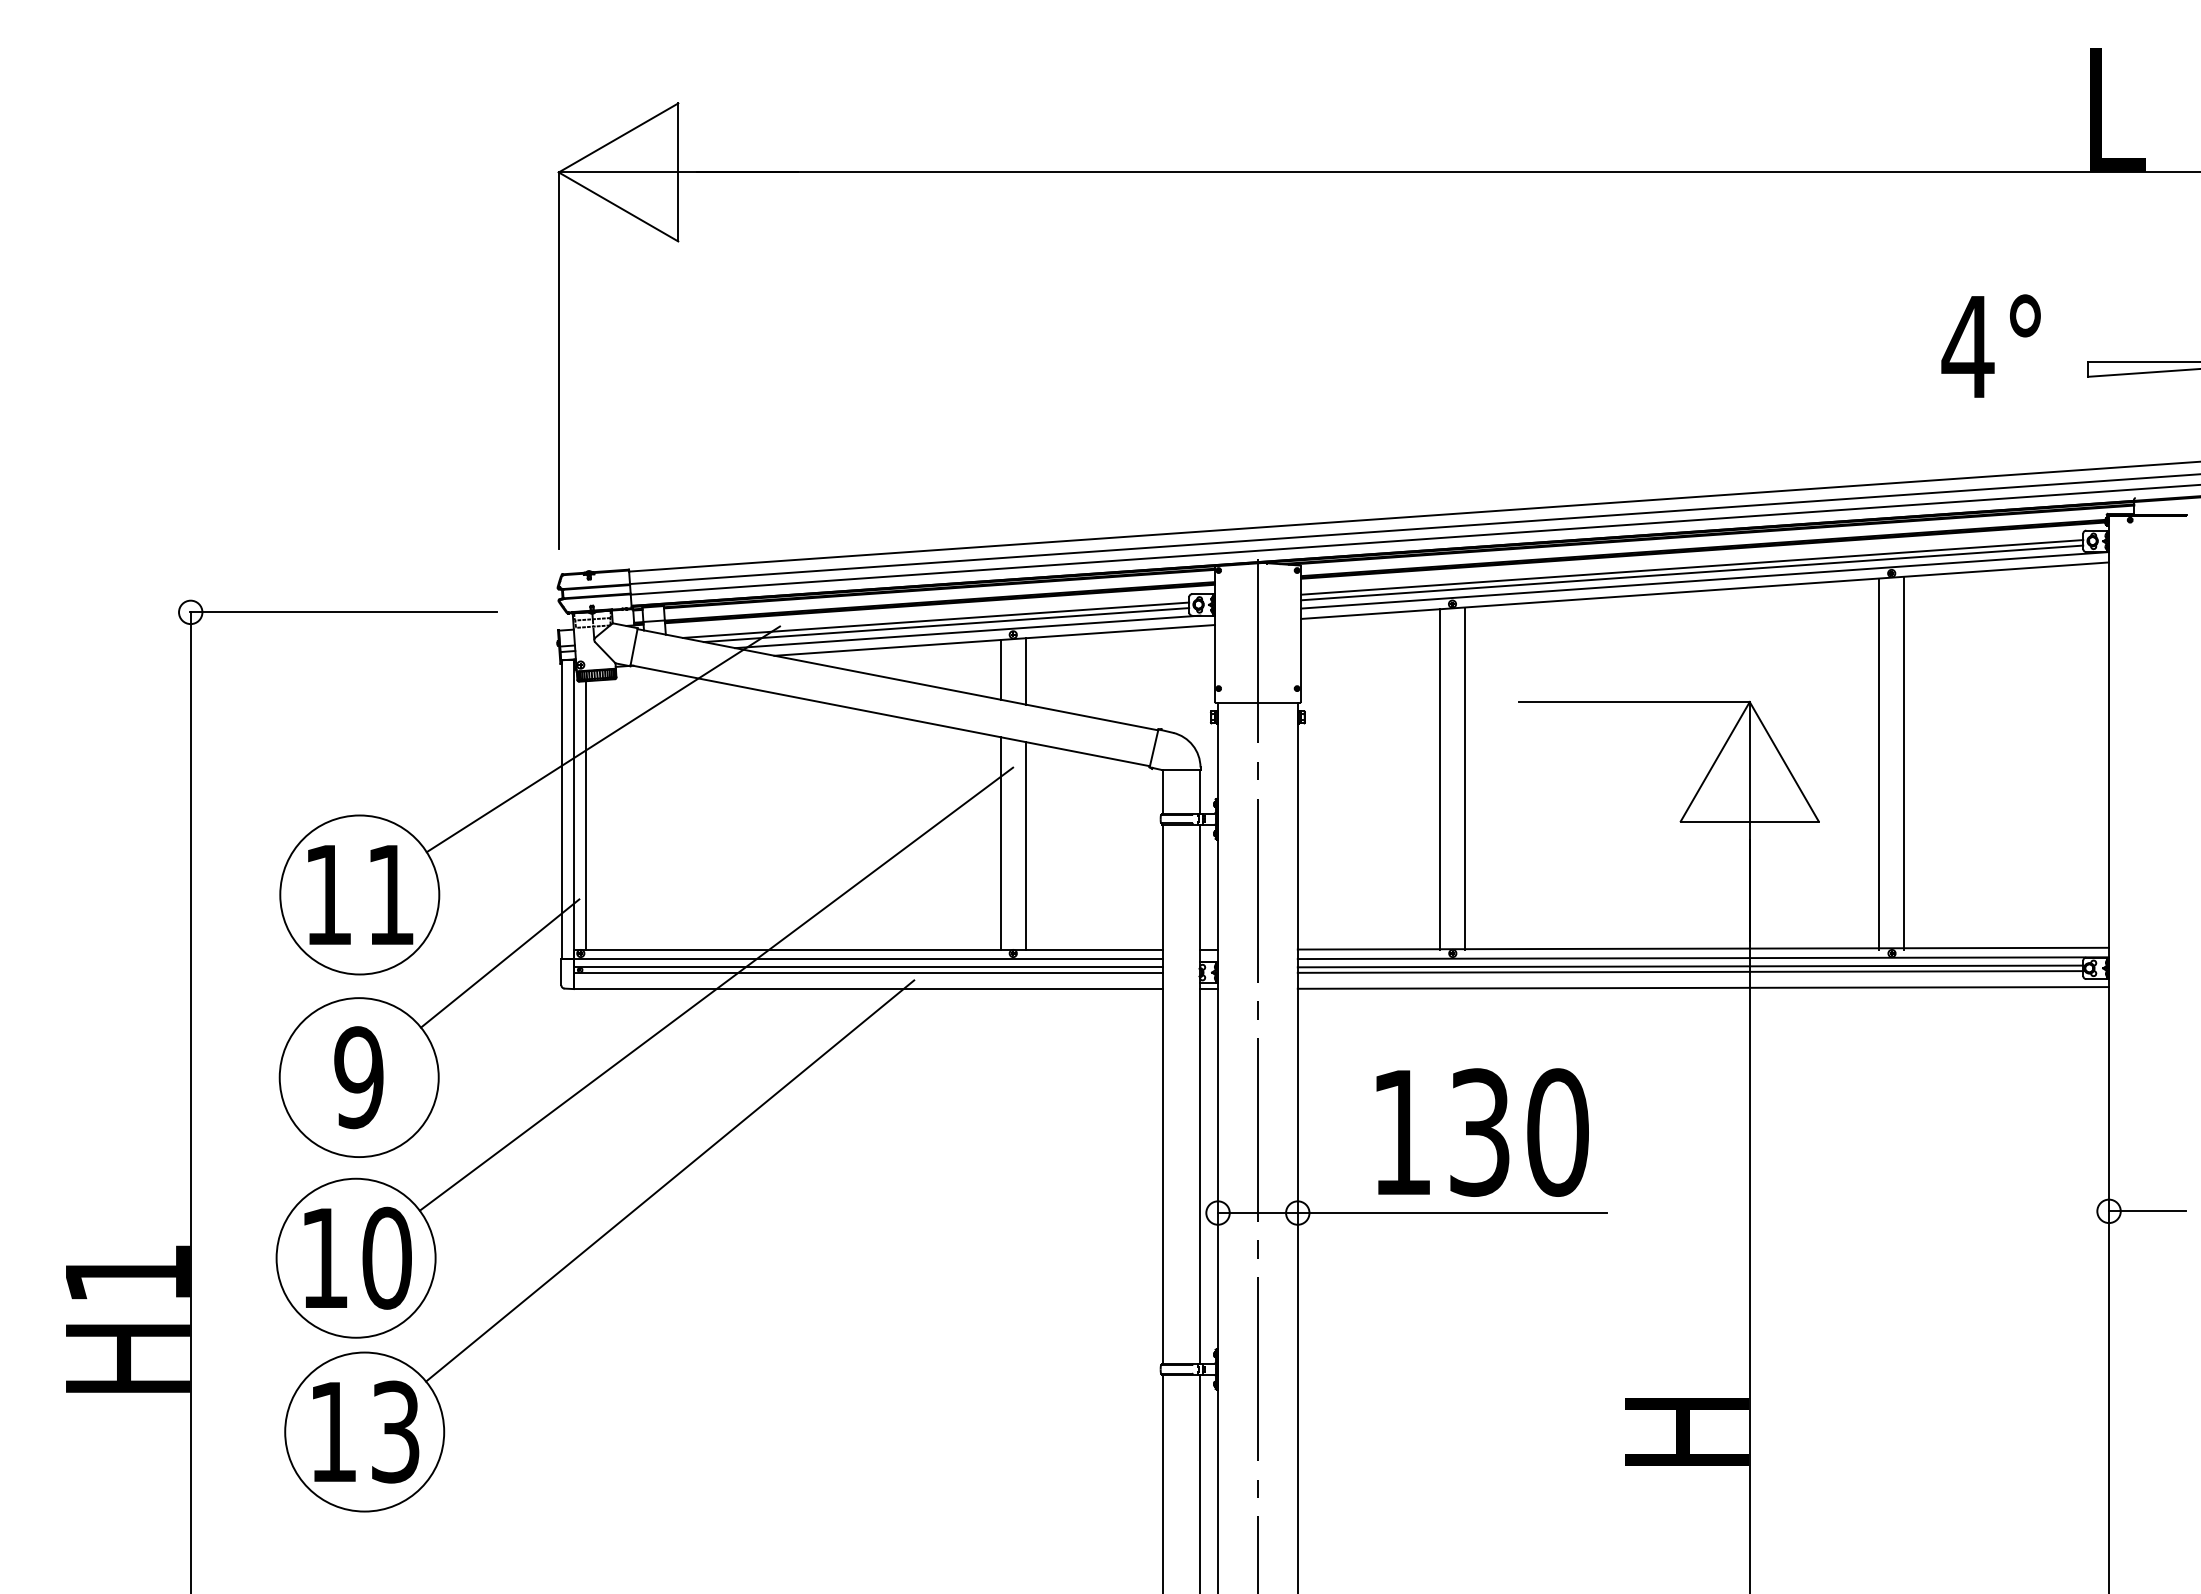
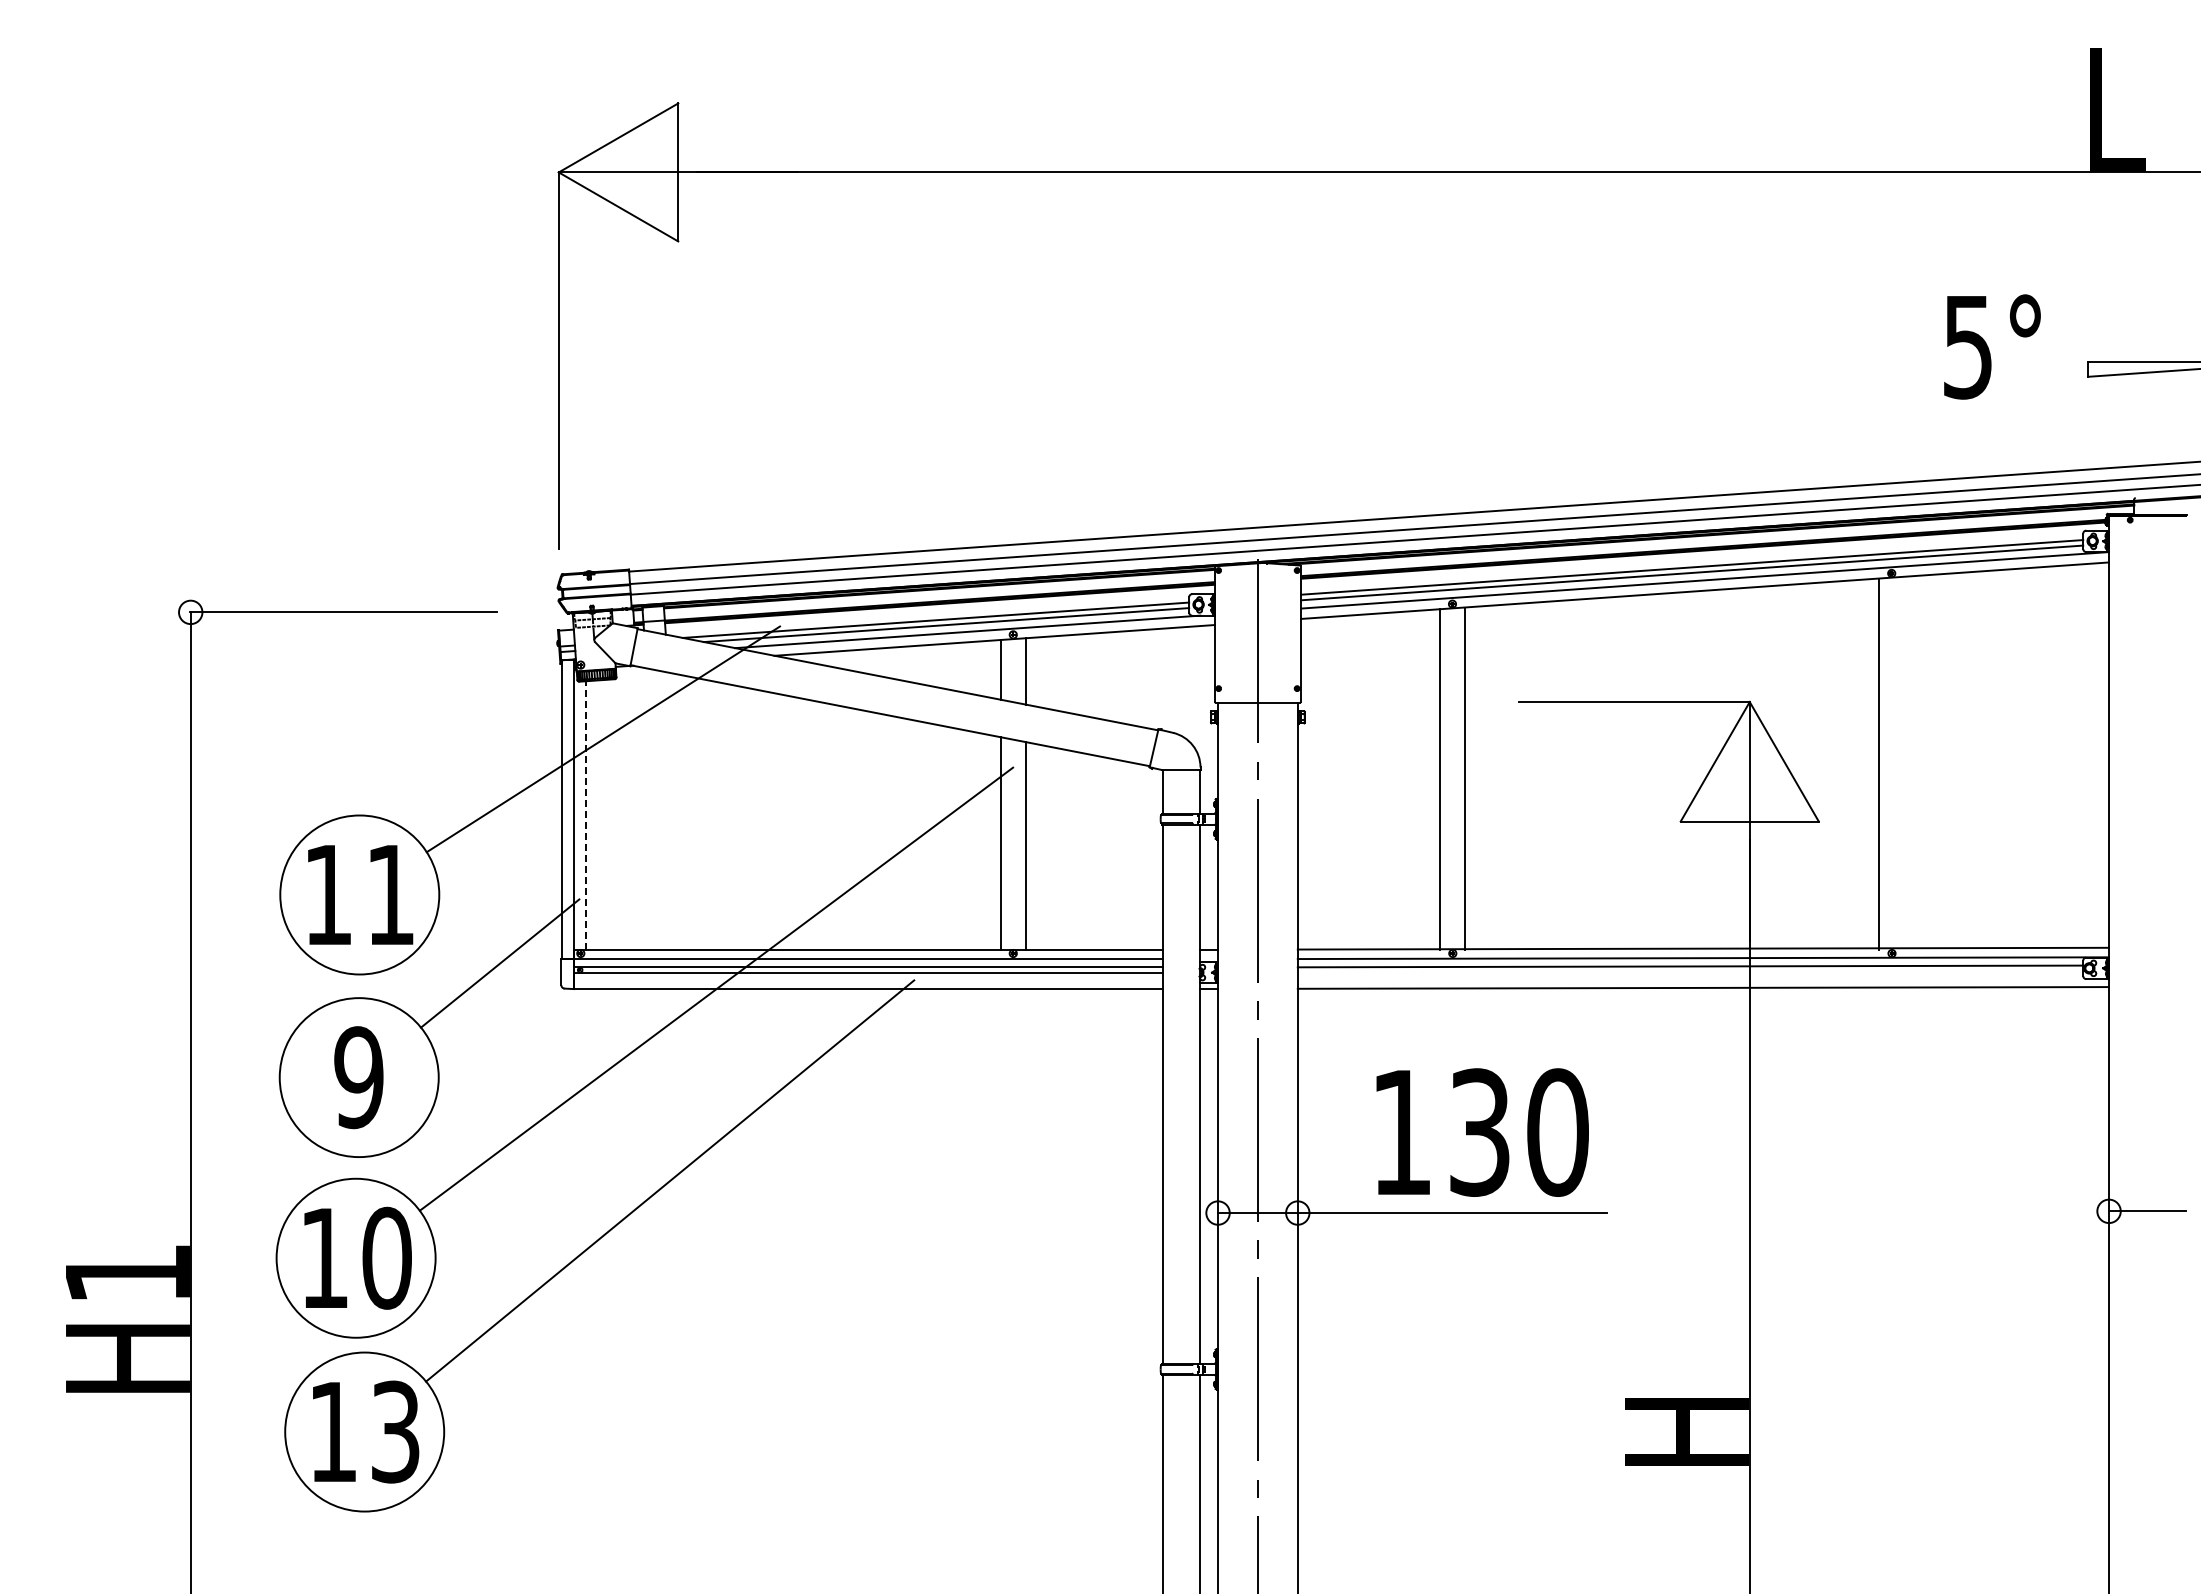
text at (1967, 347): 4° -> 5°
line at (1903, 762): present -> none
line at (586, 814): solid -> dashed
line at (1690, 971): present -> none
